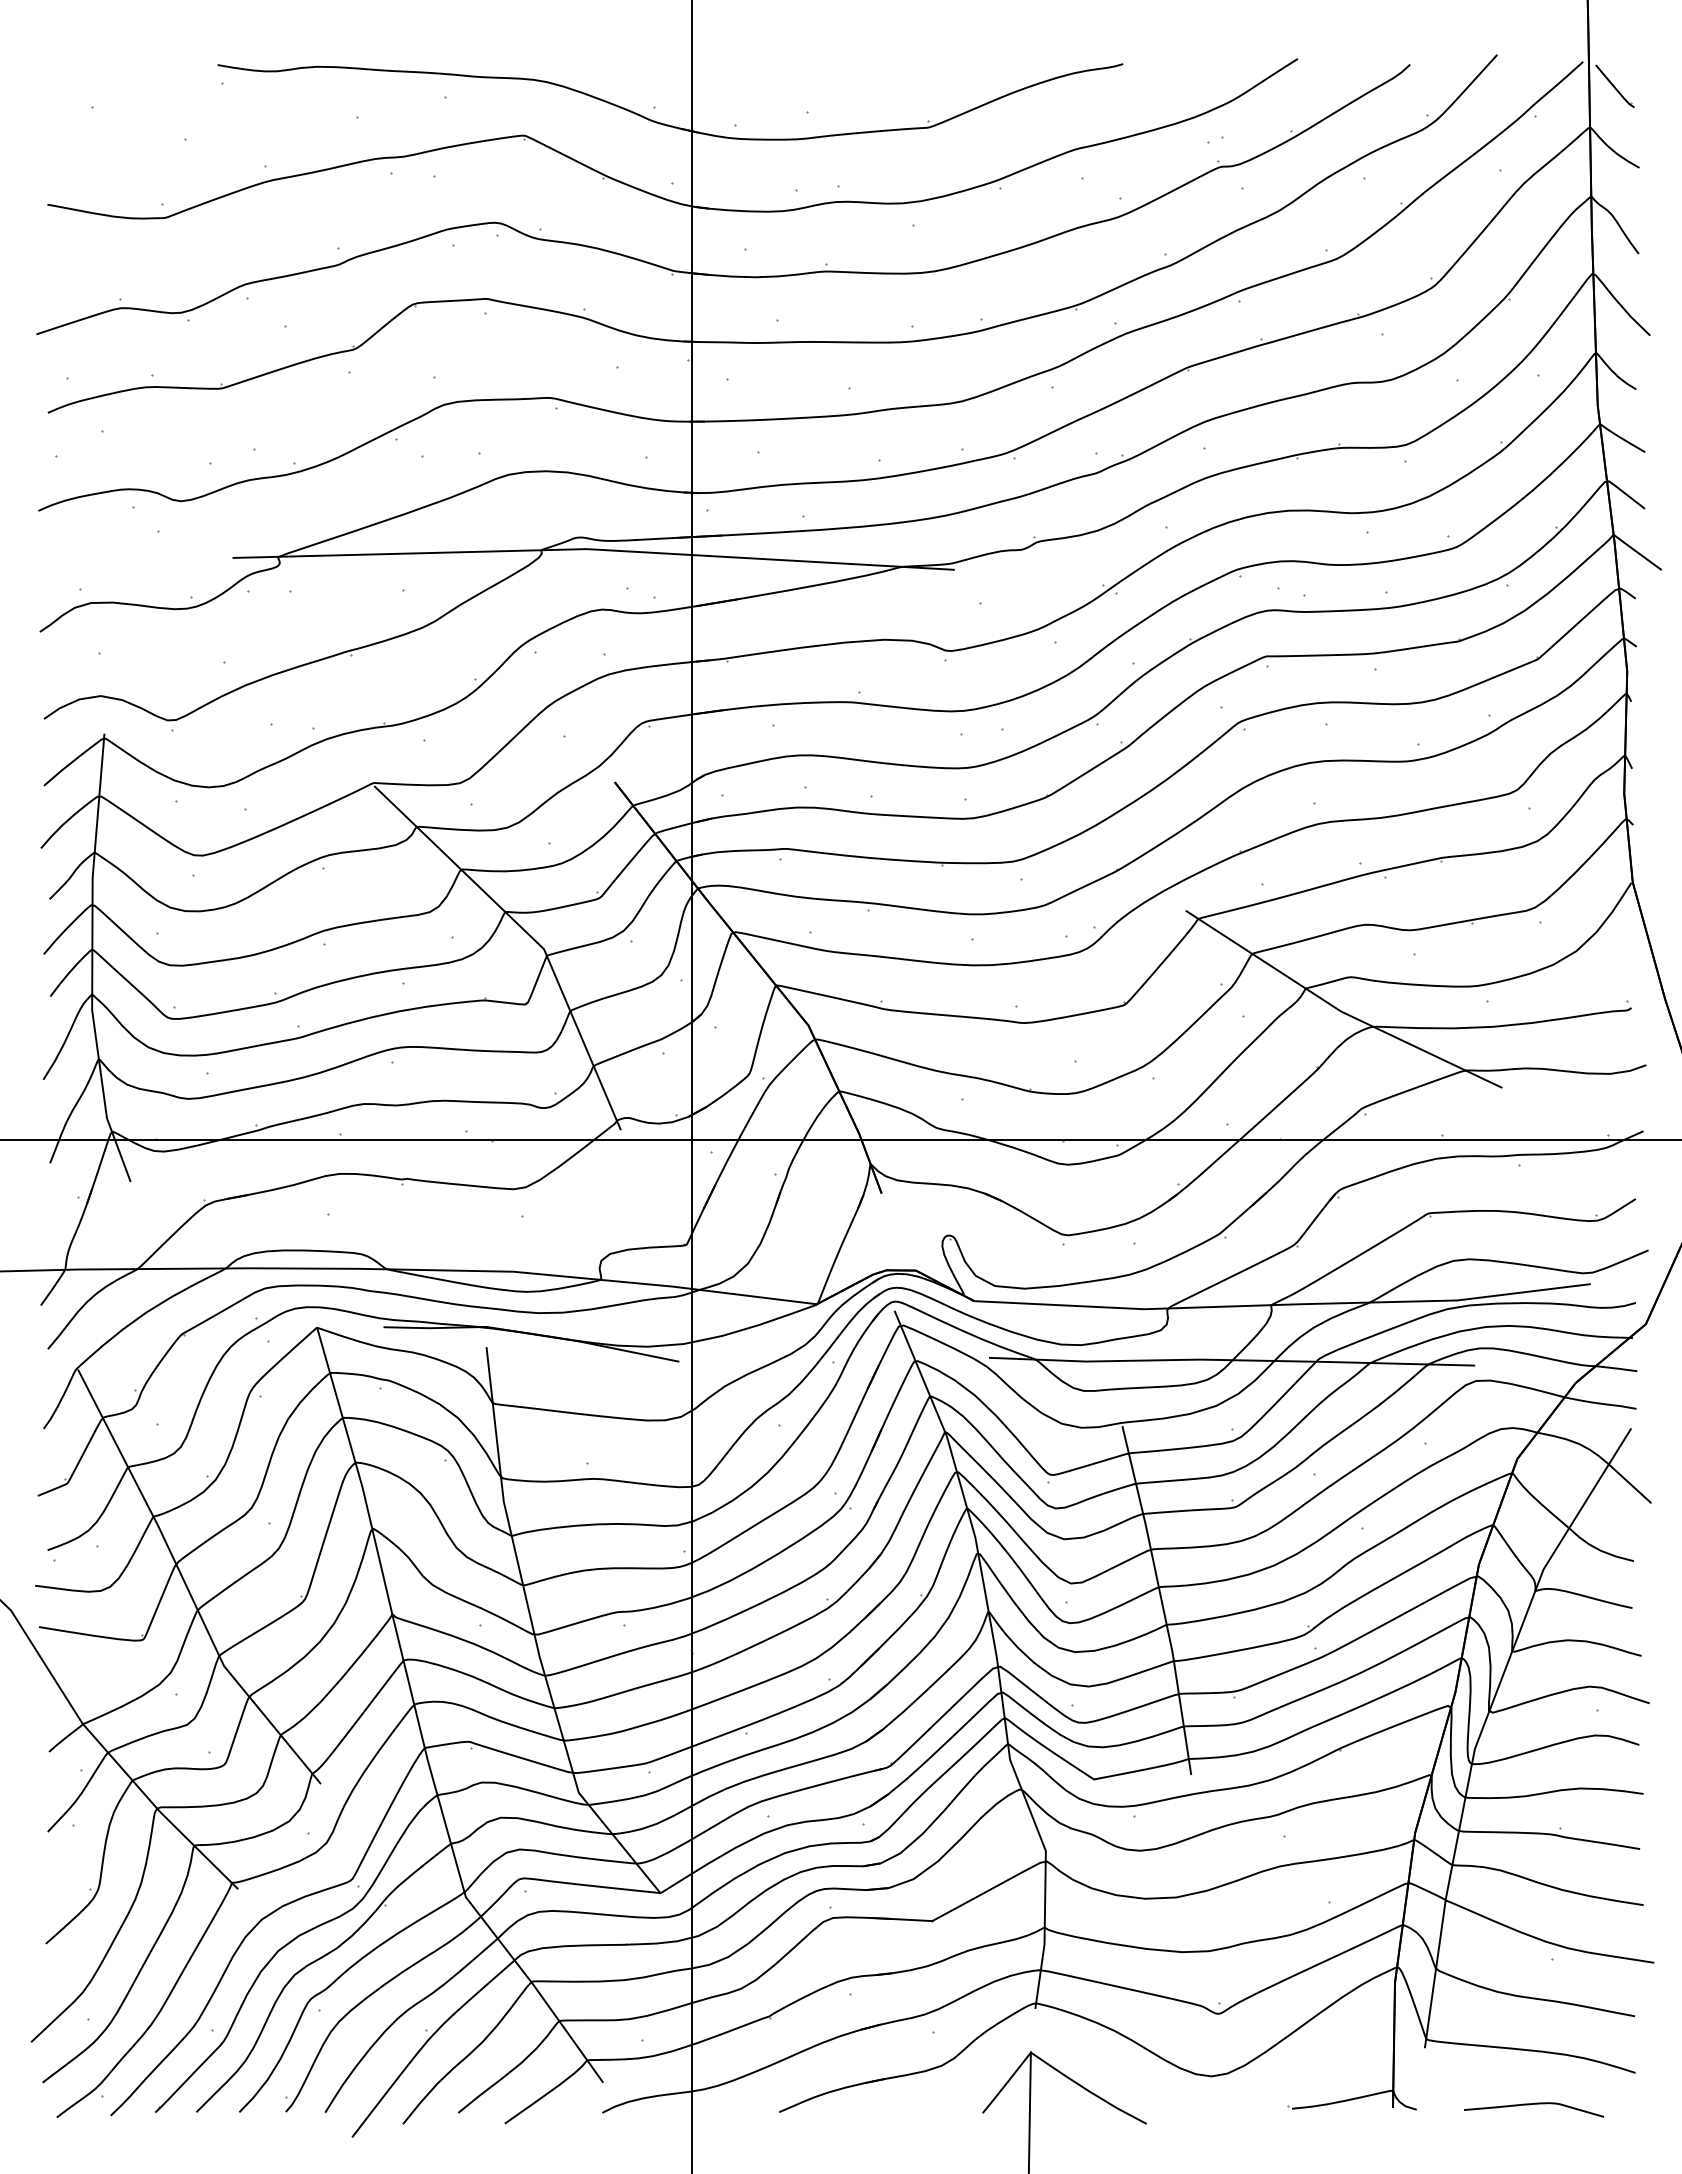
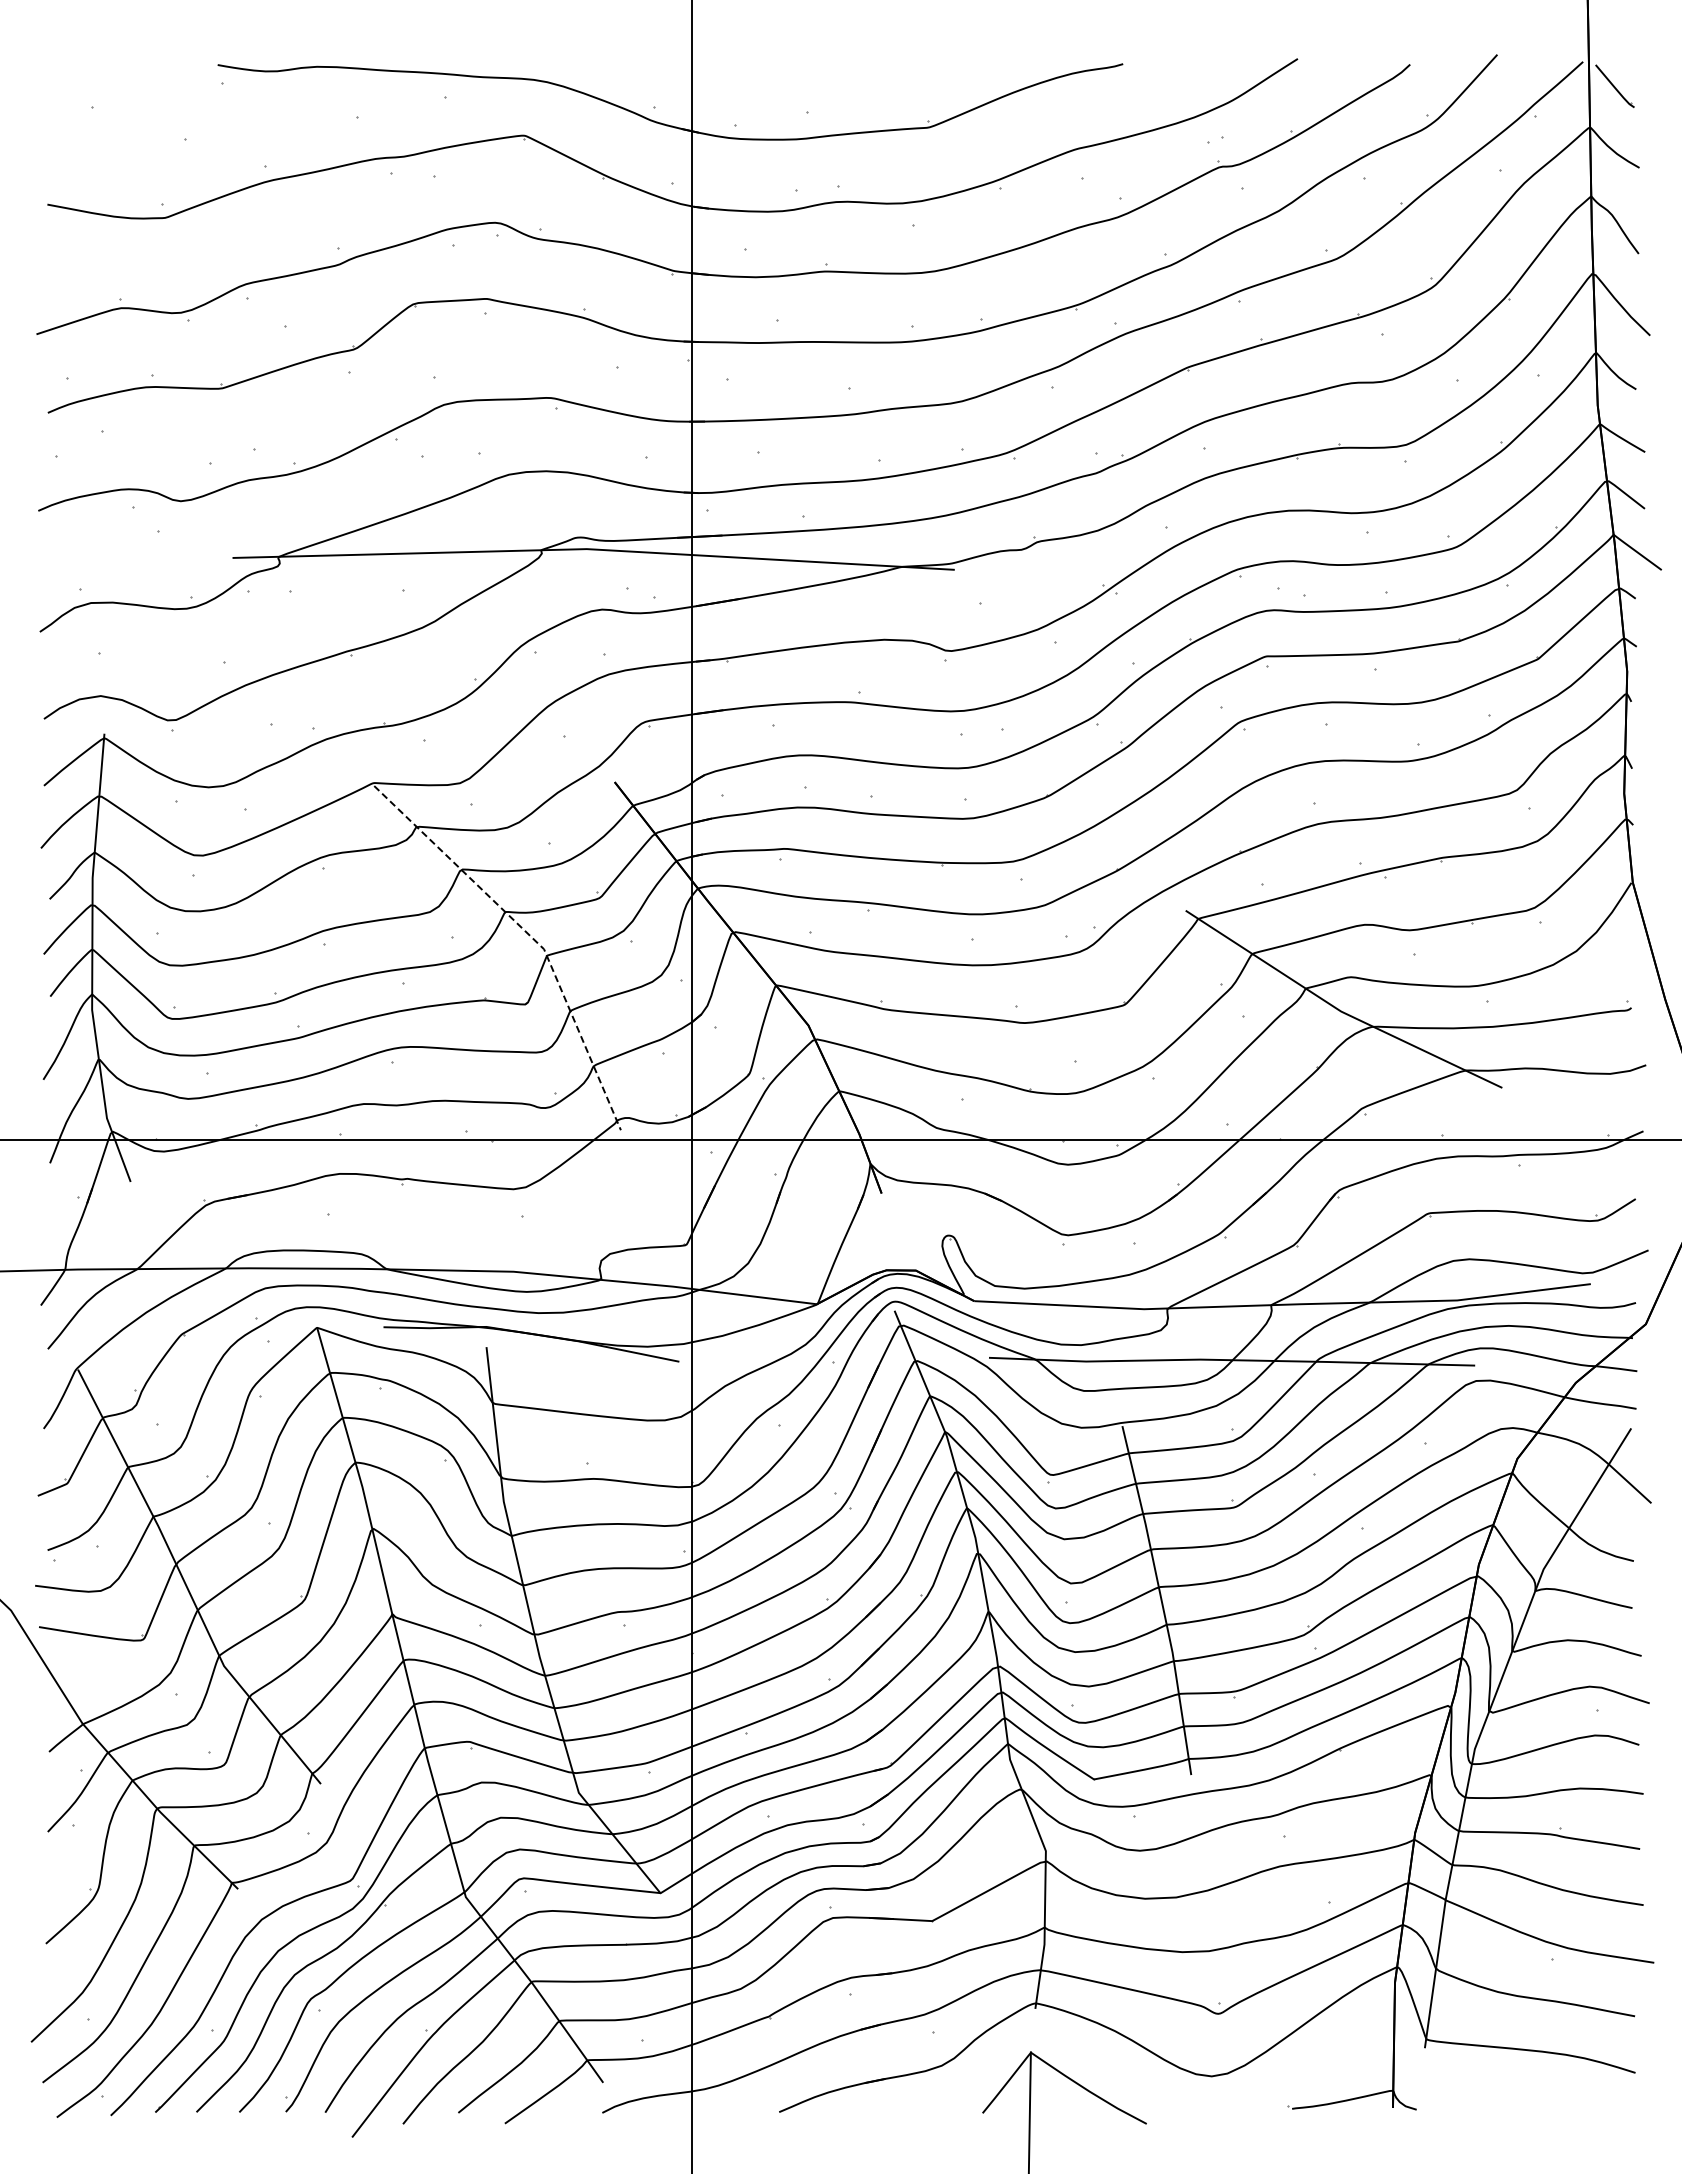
line at (530, 936): solid -> dashed
curve at (1534, 2104): present -> none
